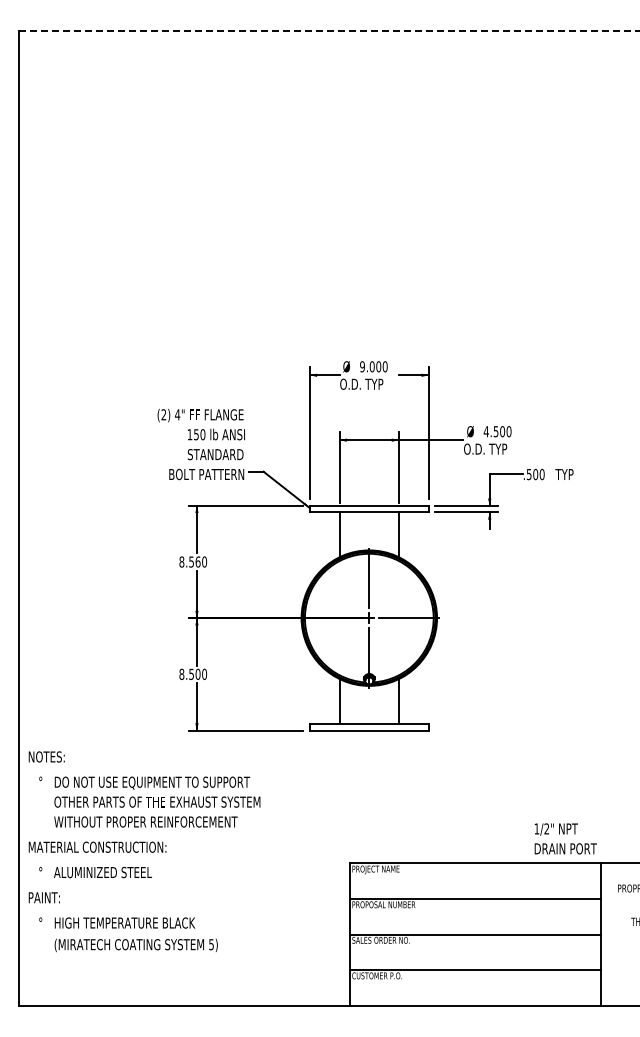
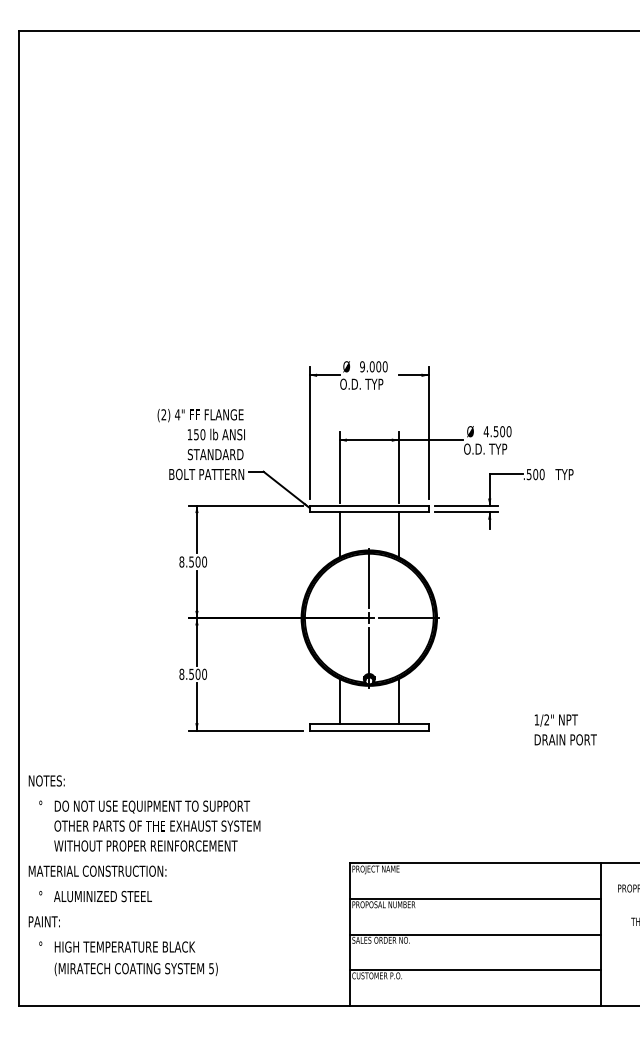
line at (329, 31): dashed -> solid
text at (197, 561): 8.560 -> 8.500
text at (565, 838) position: (565, 838) -> (565, 729)
text at (144, 851) position: (144, 851) -> (144, 875)
